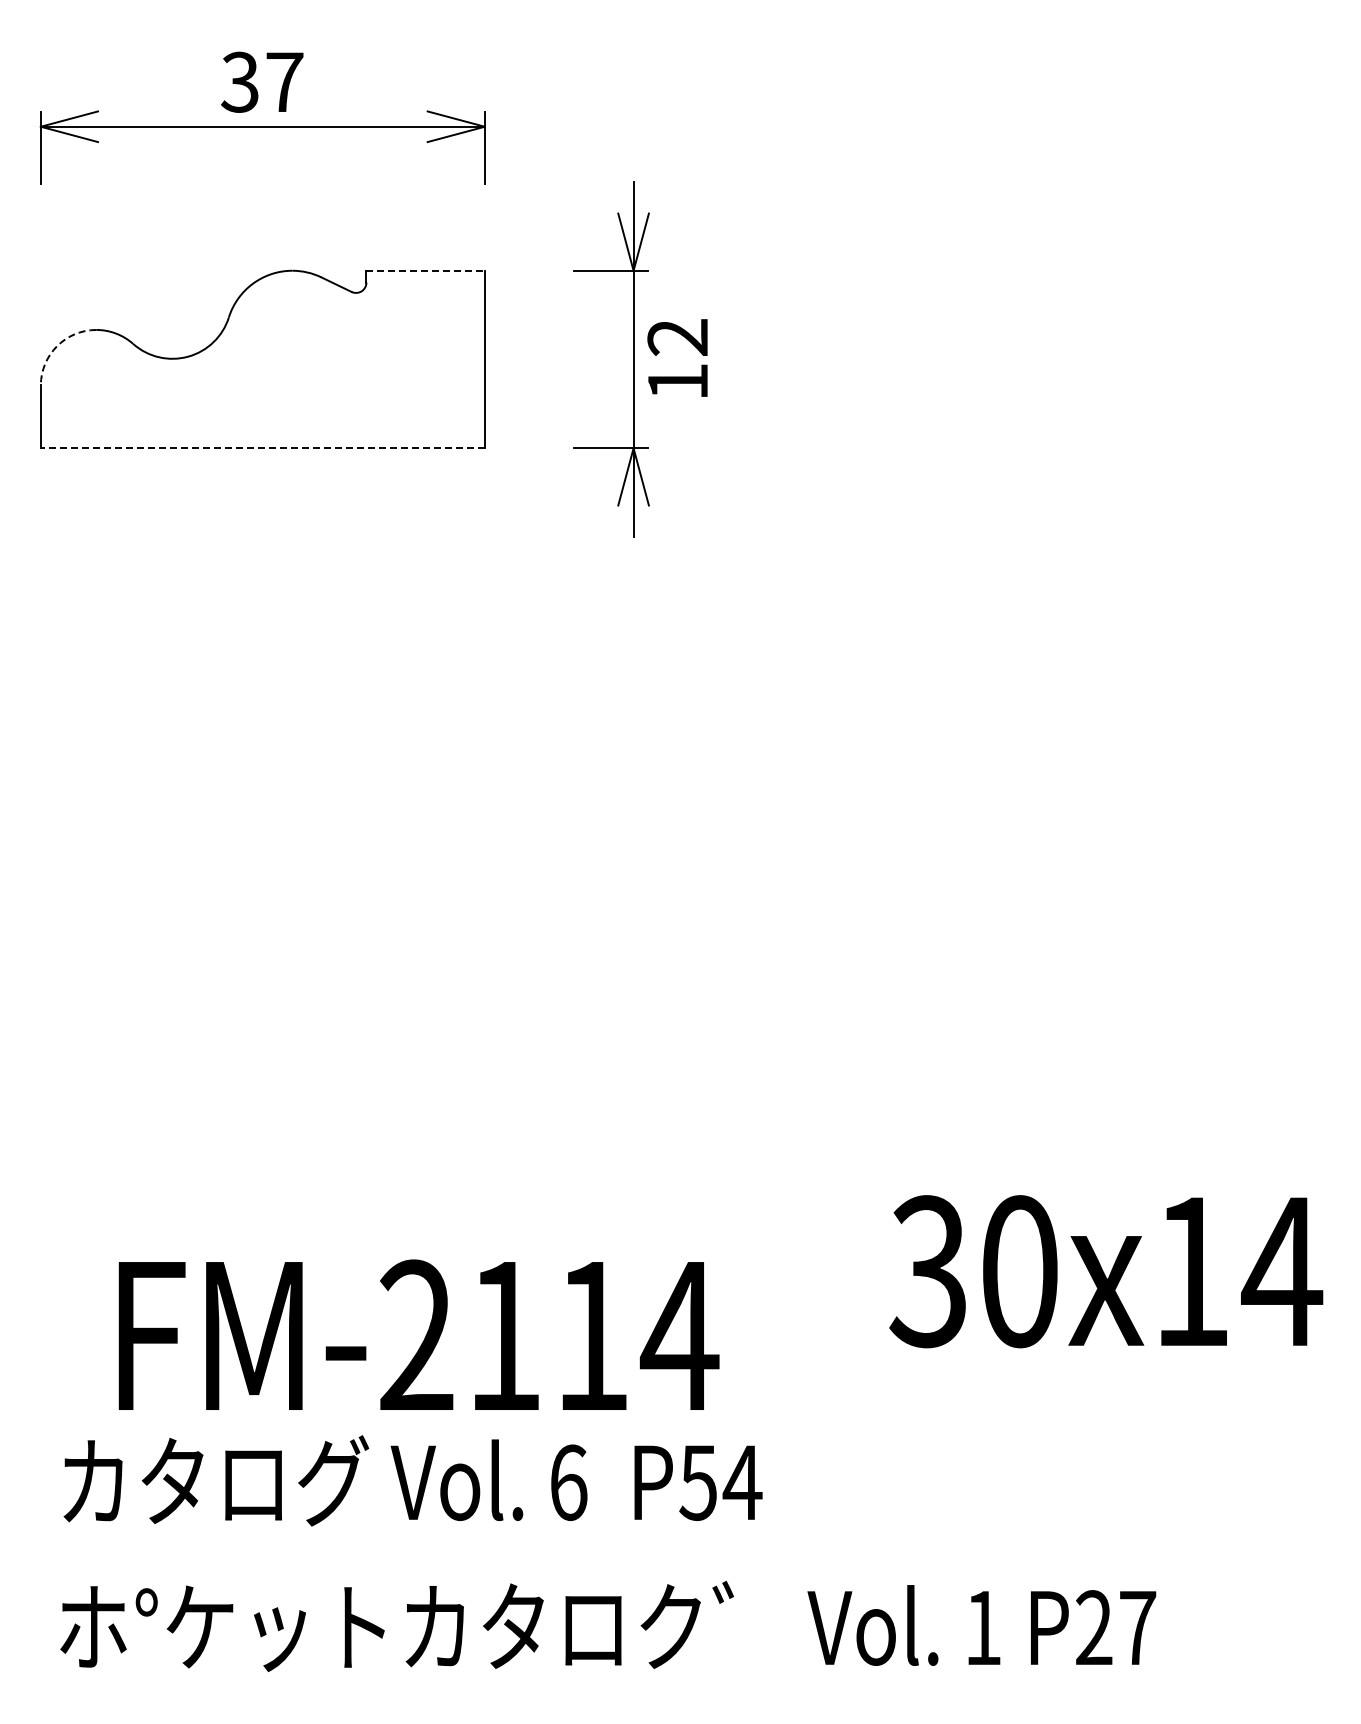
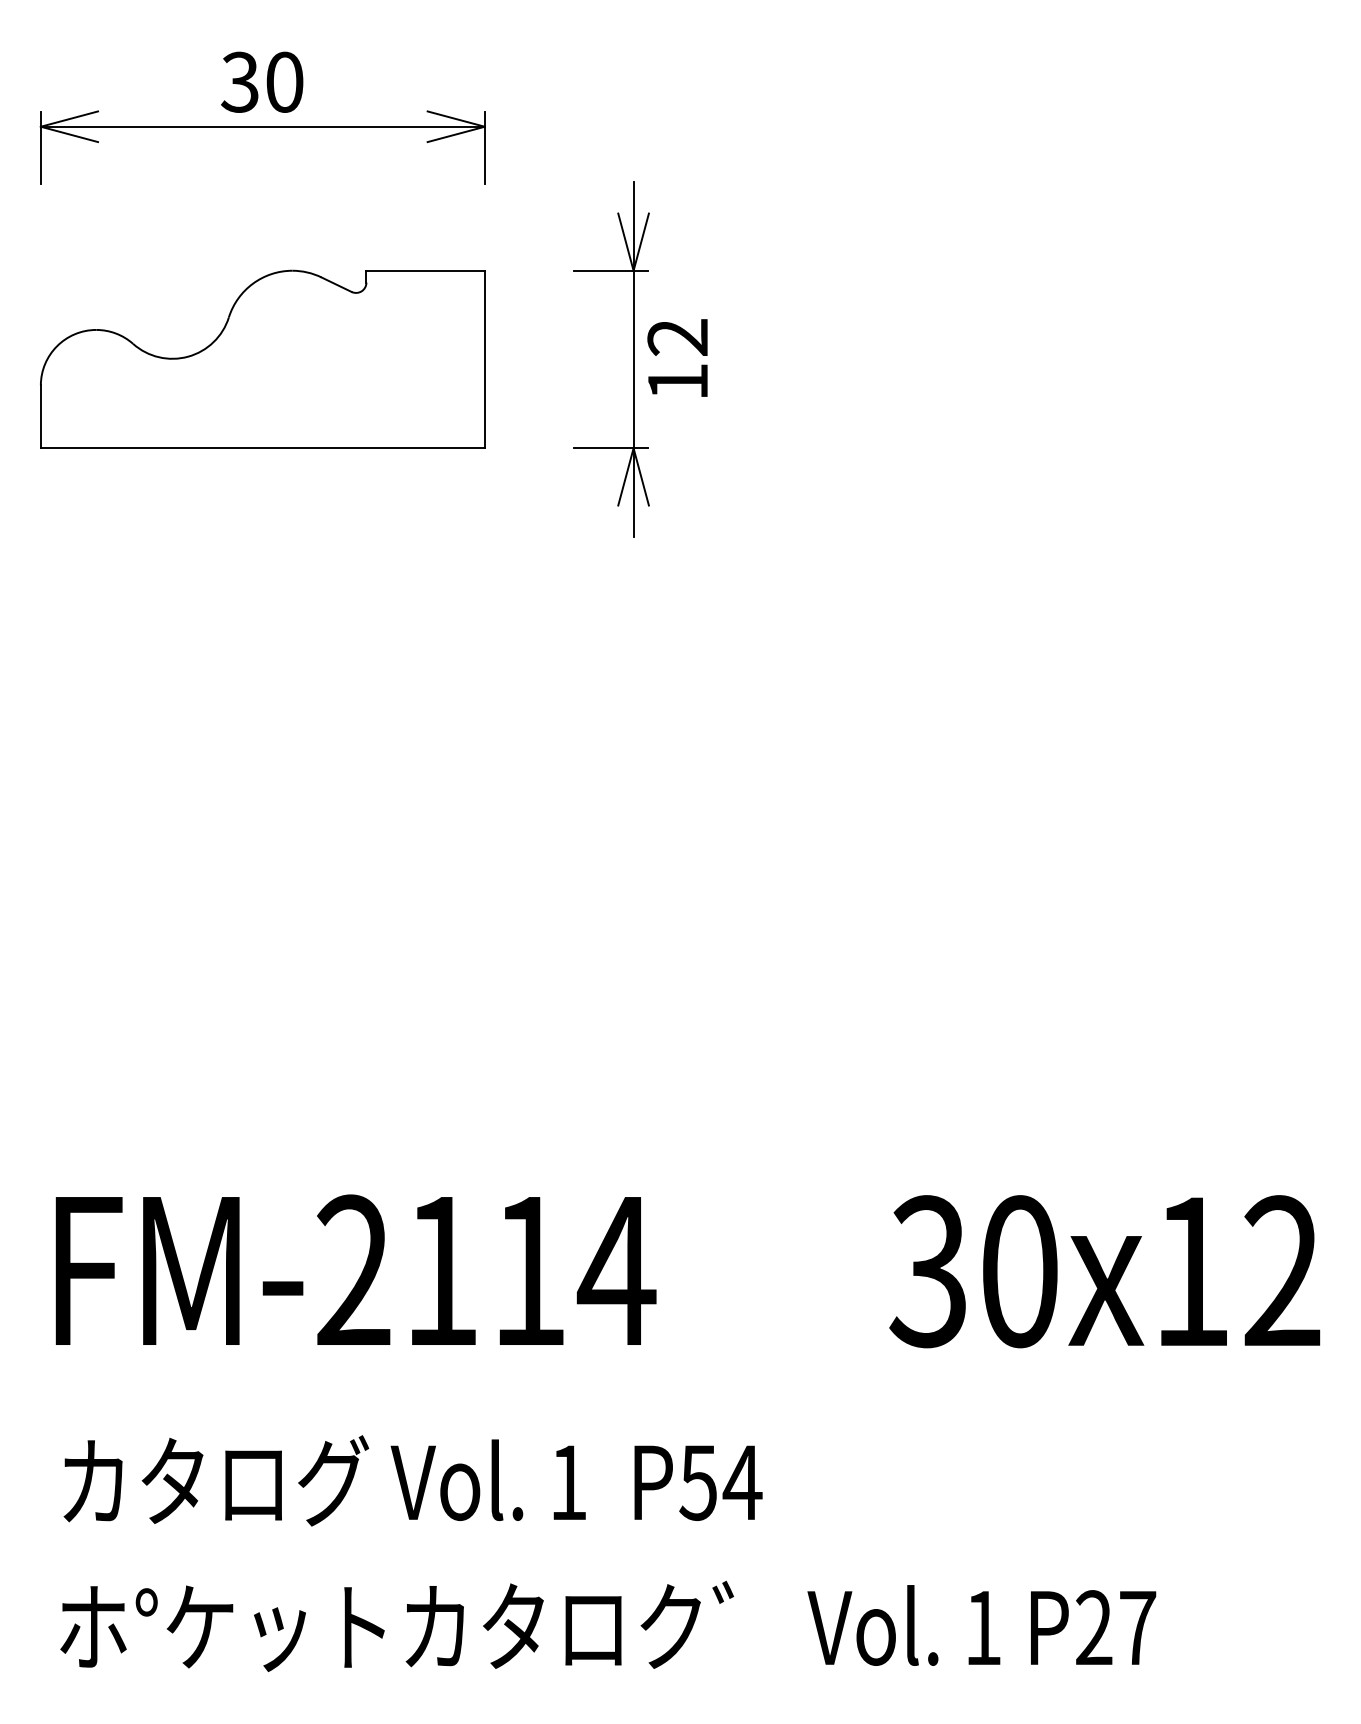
text at (284, 81): 37 -> 30
line at (426, 270): dashed -> solid
arc at (57, 346): dashed -> solid
line at (262, 448): dashed -> solid
text at (1282, 1270): 30x14 -> 30x12
text at (418, 1334) position: (418, 1334) -> (355, 1269)
text at (569, 1482): 6 -> 1
